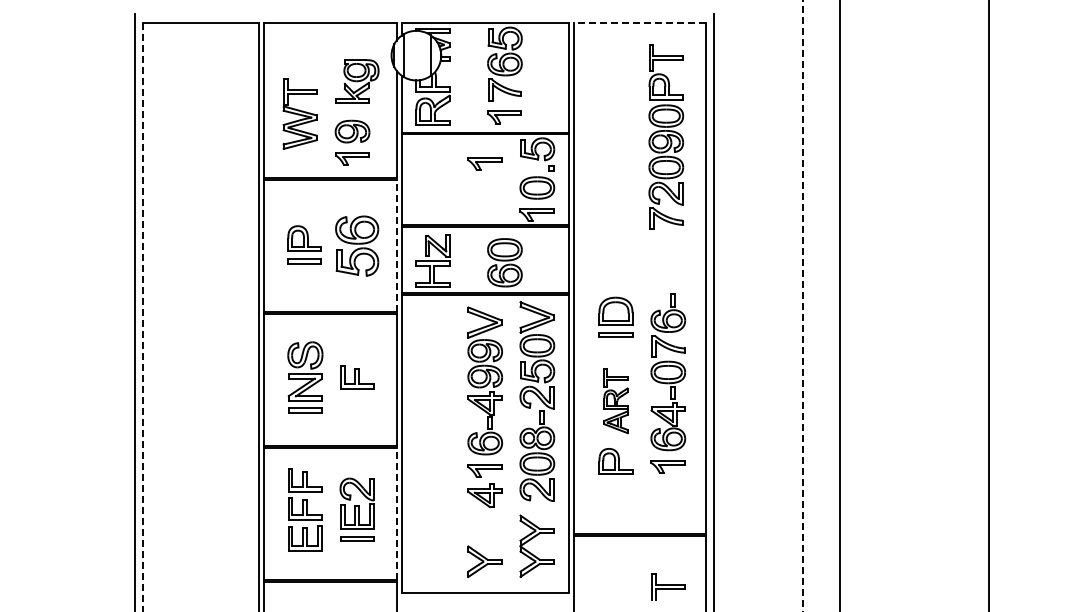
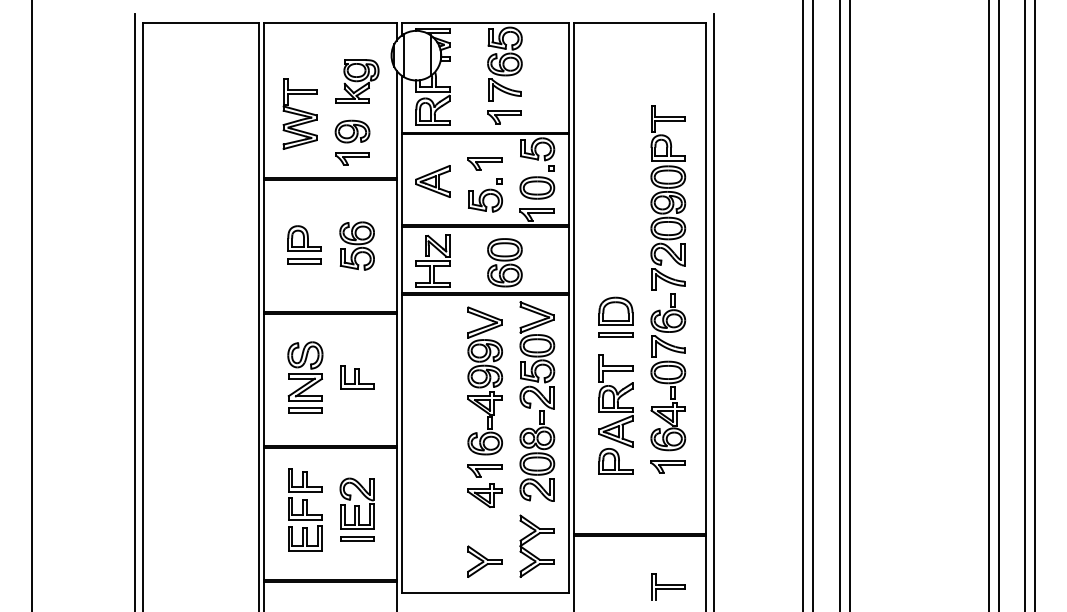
line at (639, 22): dashed -> solid
part at (666, 136) position: (666, 136) -> (668, 197)
part at (432, 181): none -> present
part at (485, 195): none -> present
part at (357, 245) size: 45x62 px -> 36x50 px
line at (396, 245): dashed -> solid
line at (32, 305): none -> present
line at (803, 305): dashed -> solid
line at (813, 305): none -> present
line at (849, 305): none -> present
line at (998, 305): none -> present
line at (1025, 305): none -> present
line at (1034, 305): none -> present
line at (143, 317): dashed -> solid
part at (615, 401) size: 26x67 px -> 36x94 px
line at (396, 513): dashed -> solid
